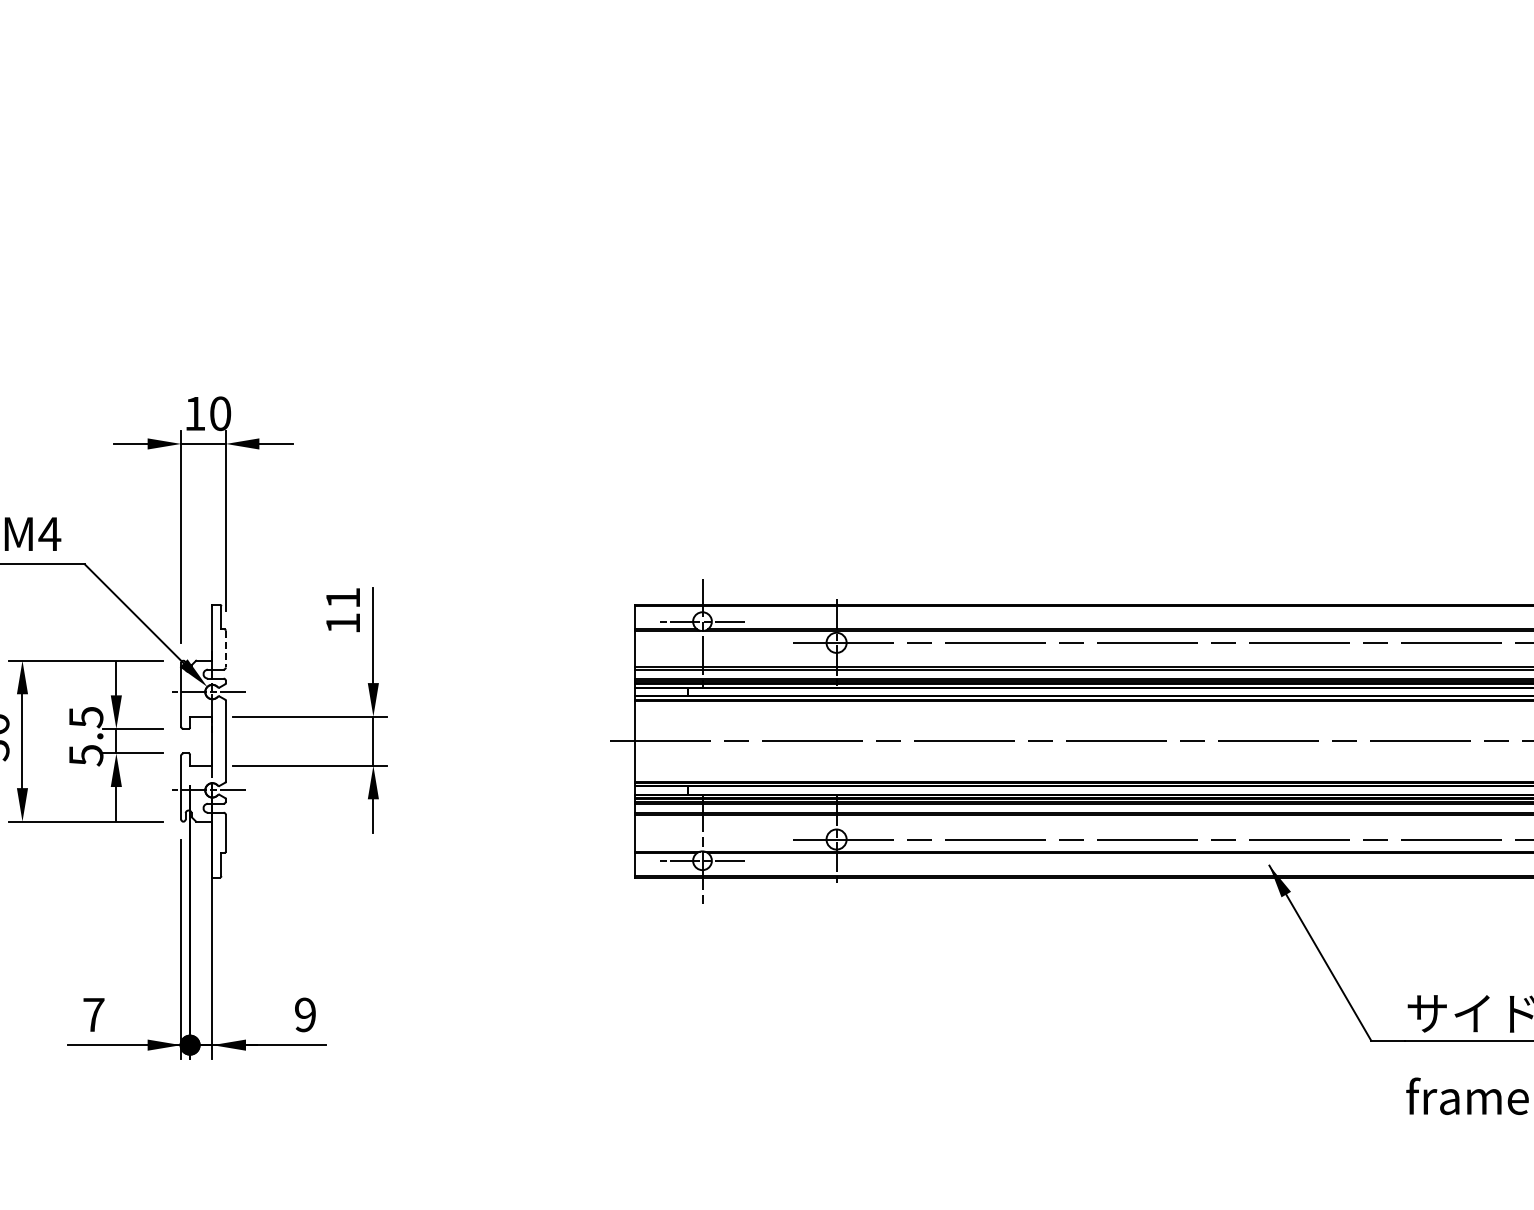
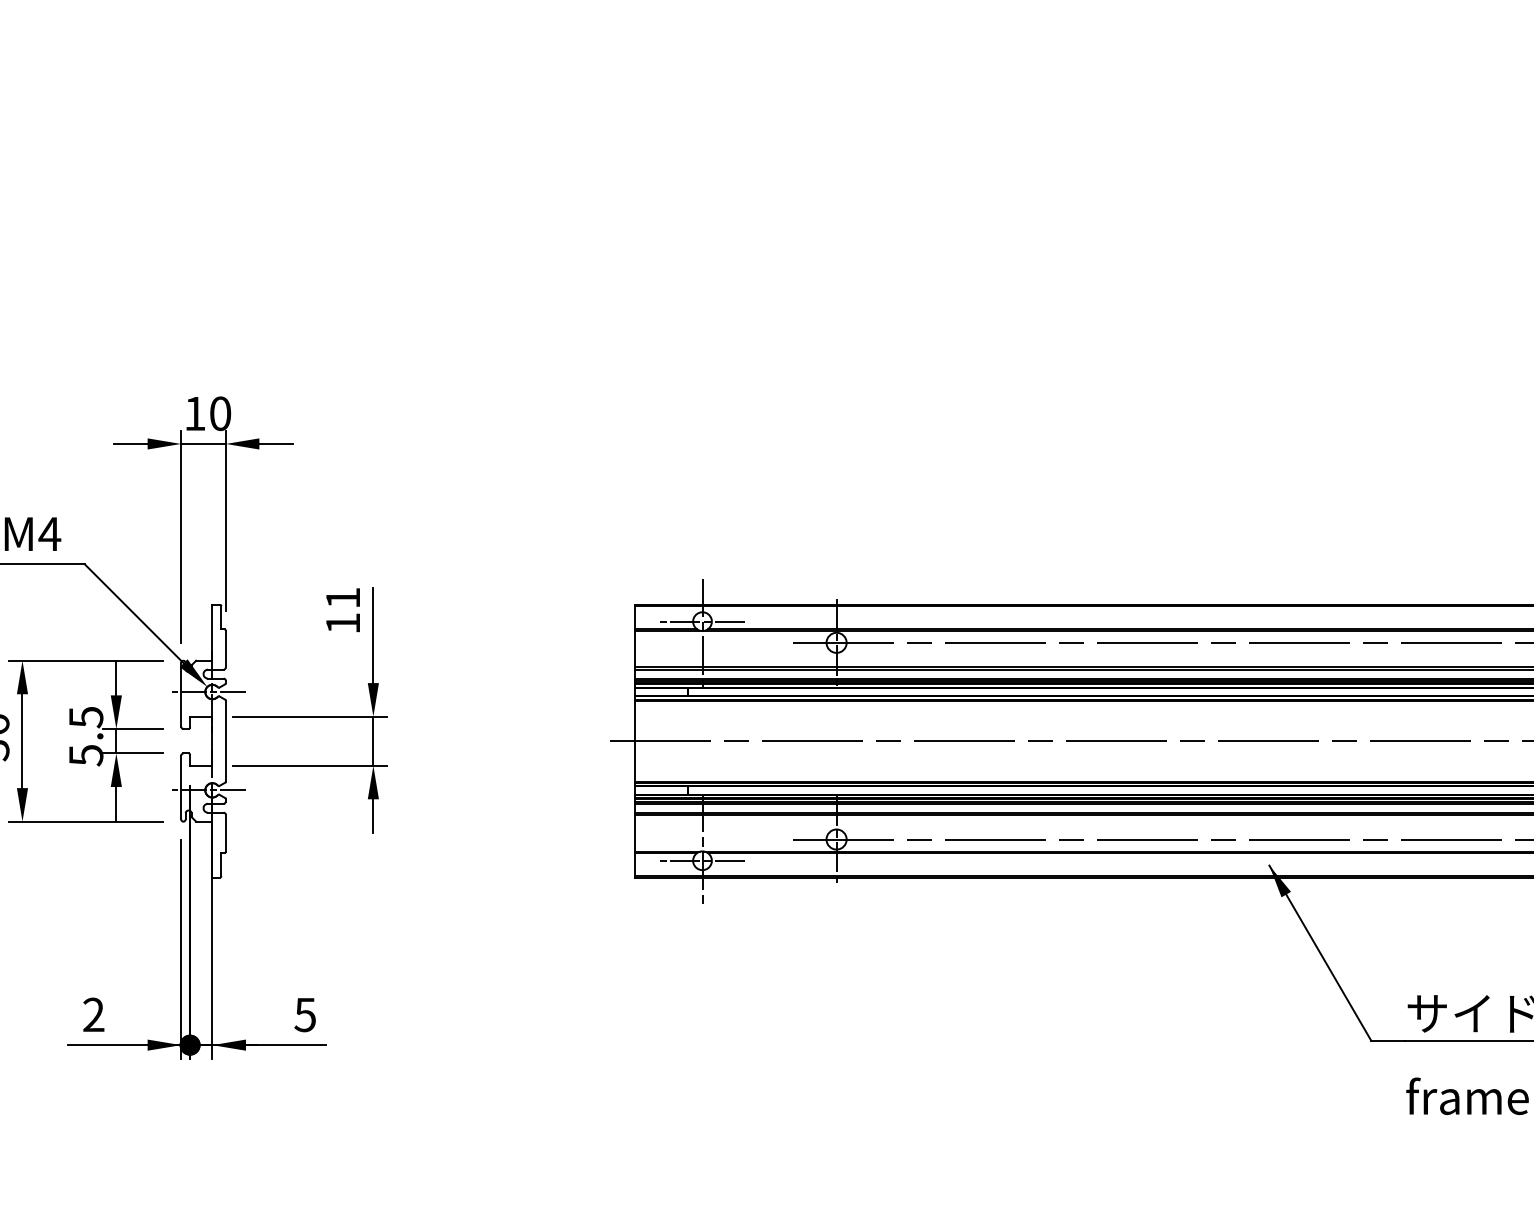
line at (225, 649): dashed -> solid
text at (93, 1014): 7 -> 2
text at (304, 1014): 9 -> 5
